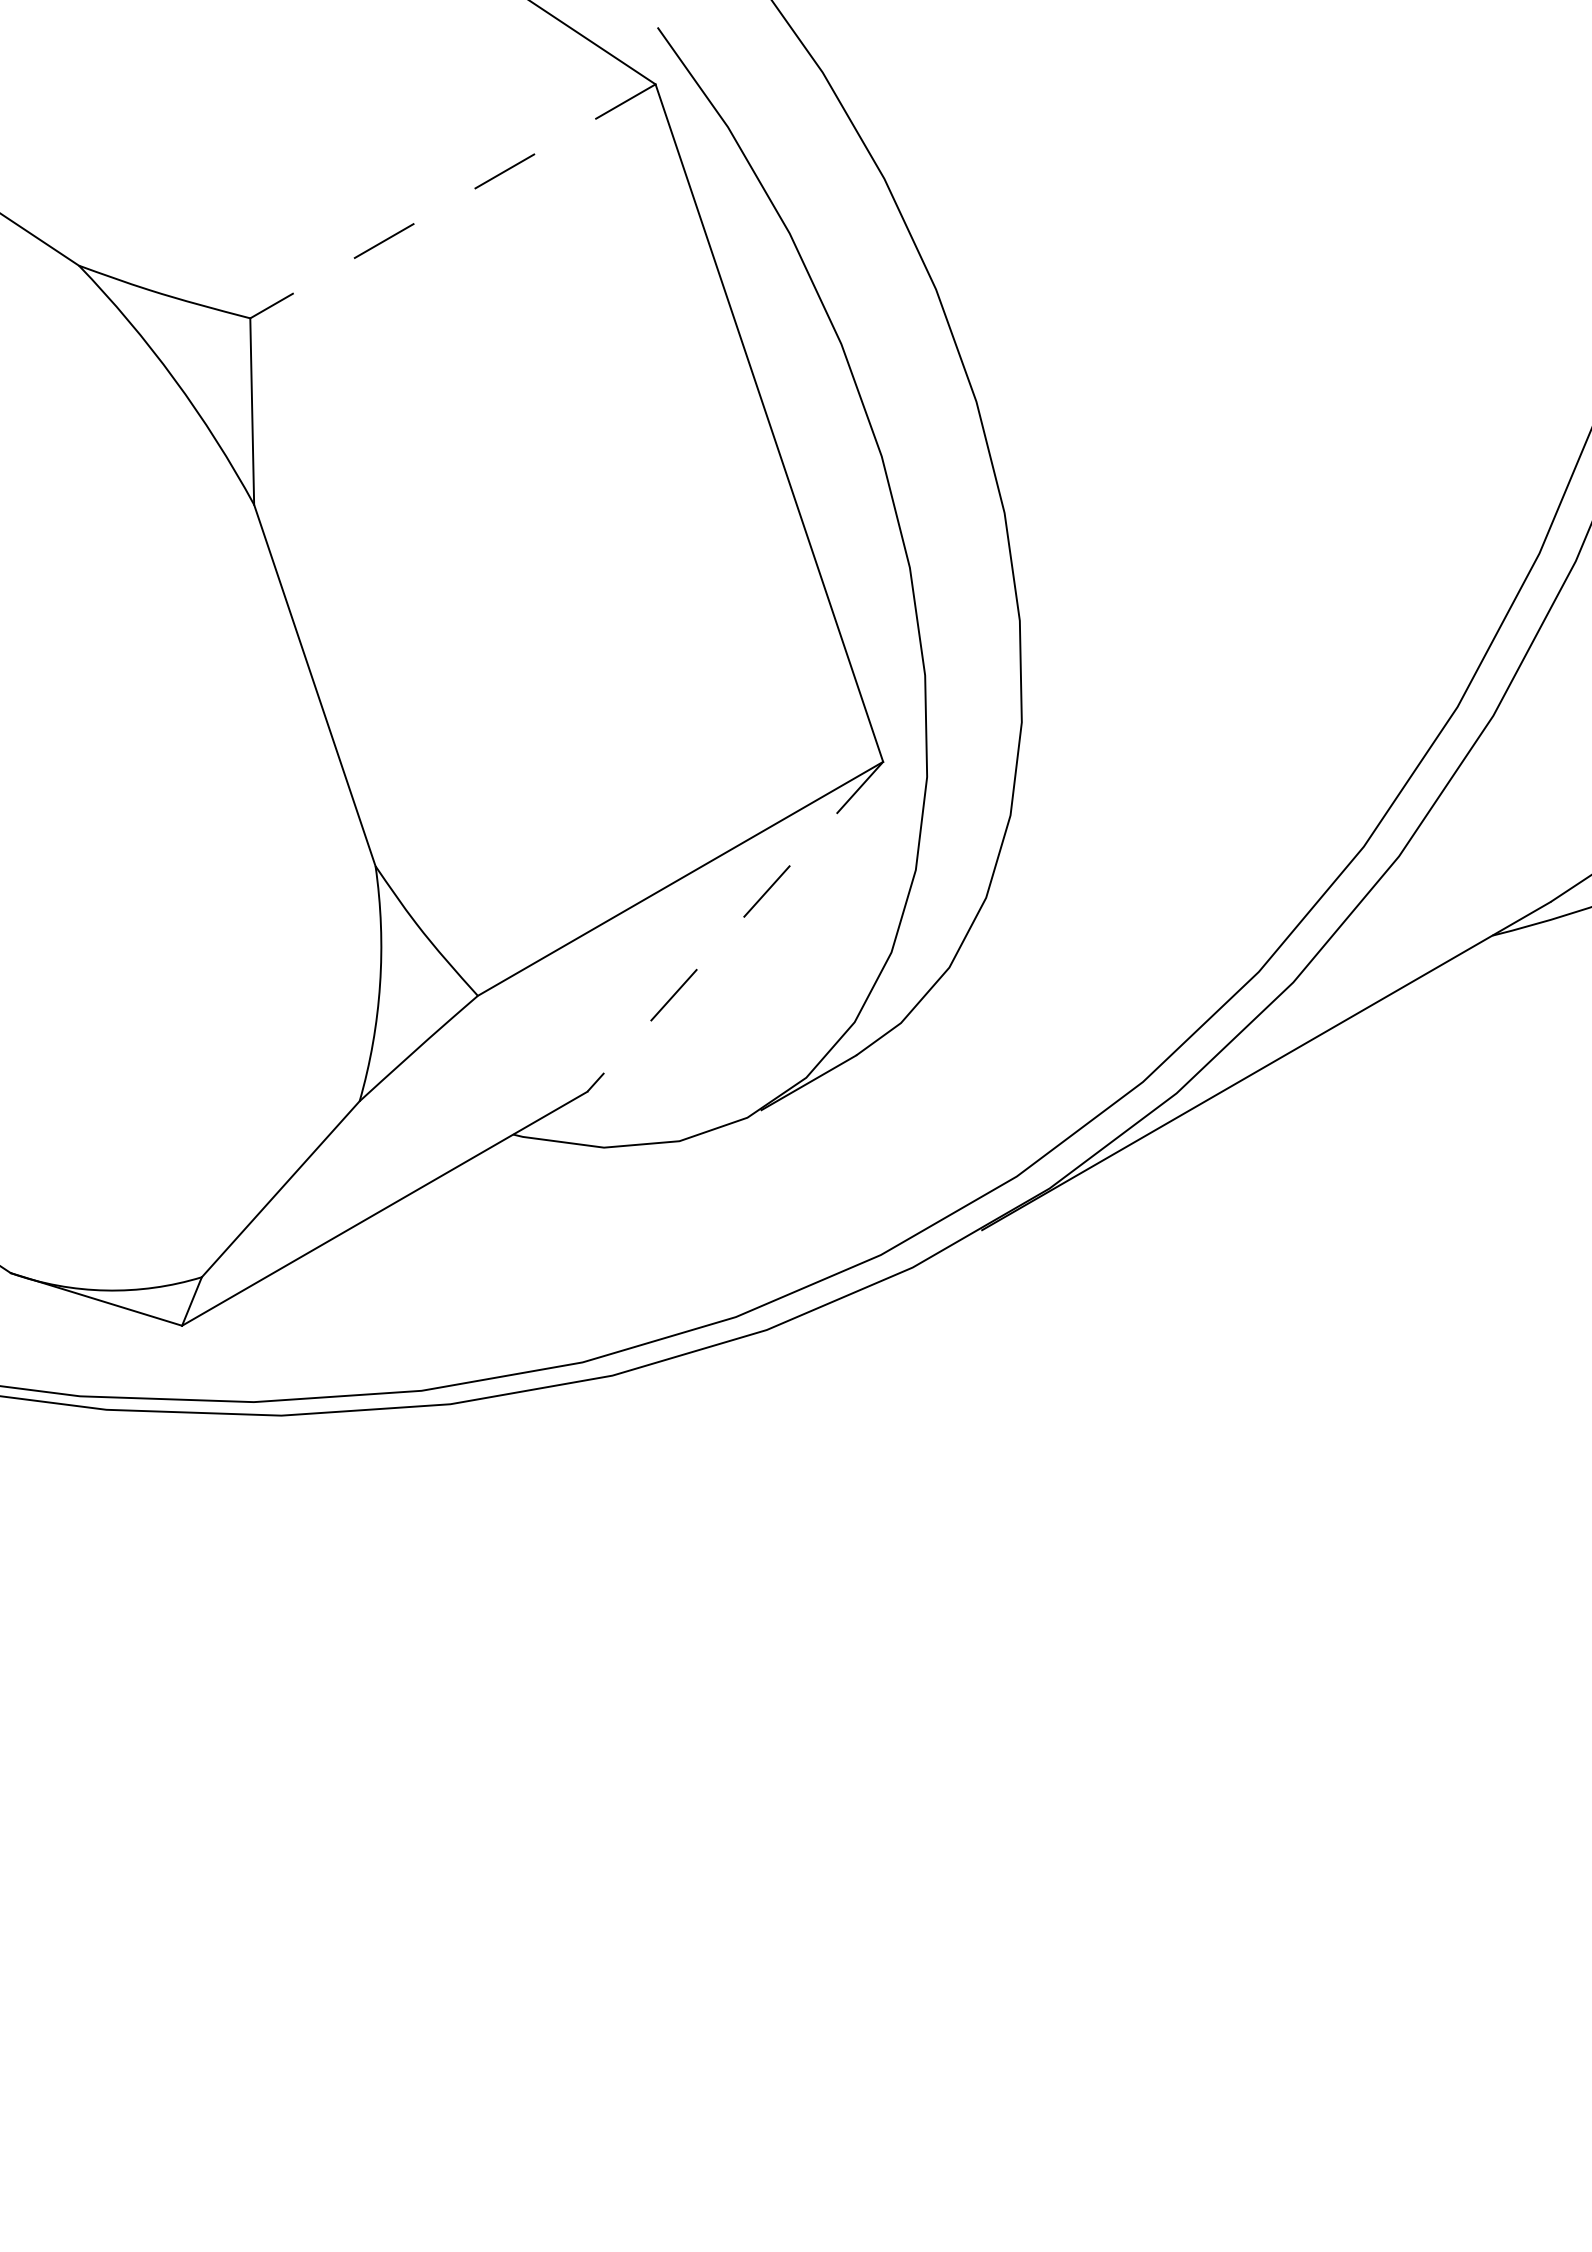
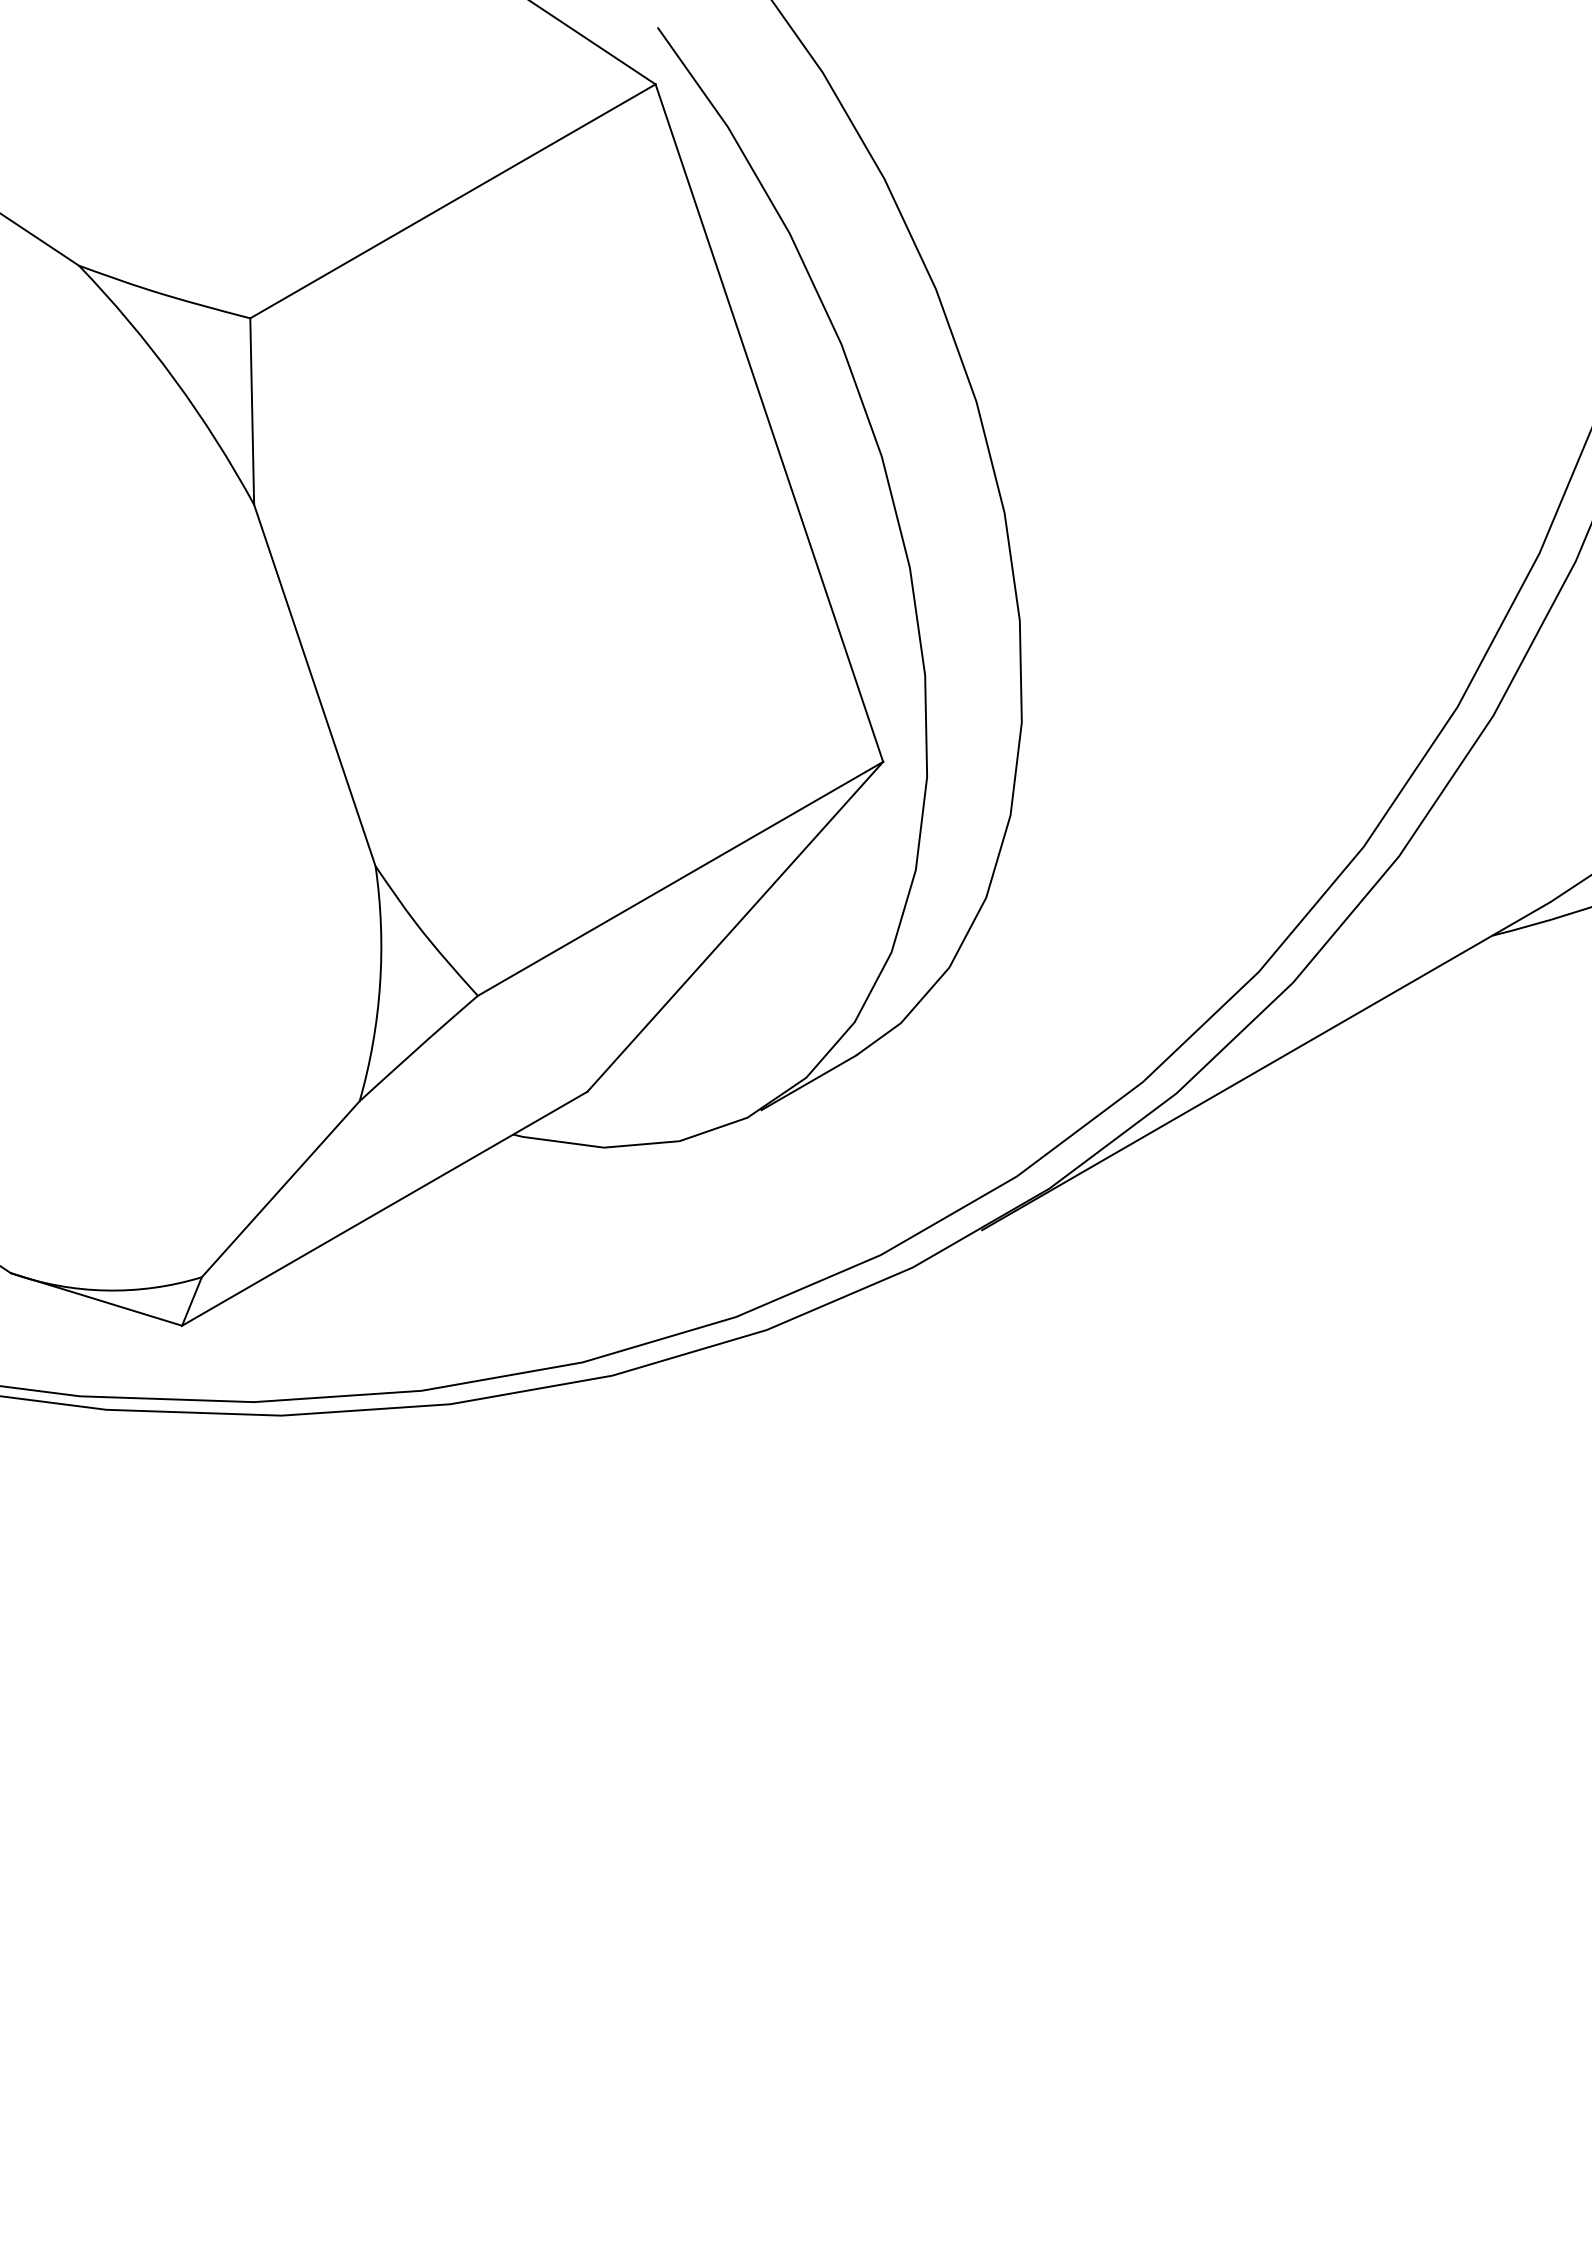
line at (452, 201): dashed -> solid
line at (735, 926): dashed -> solid
